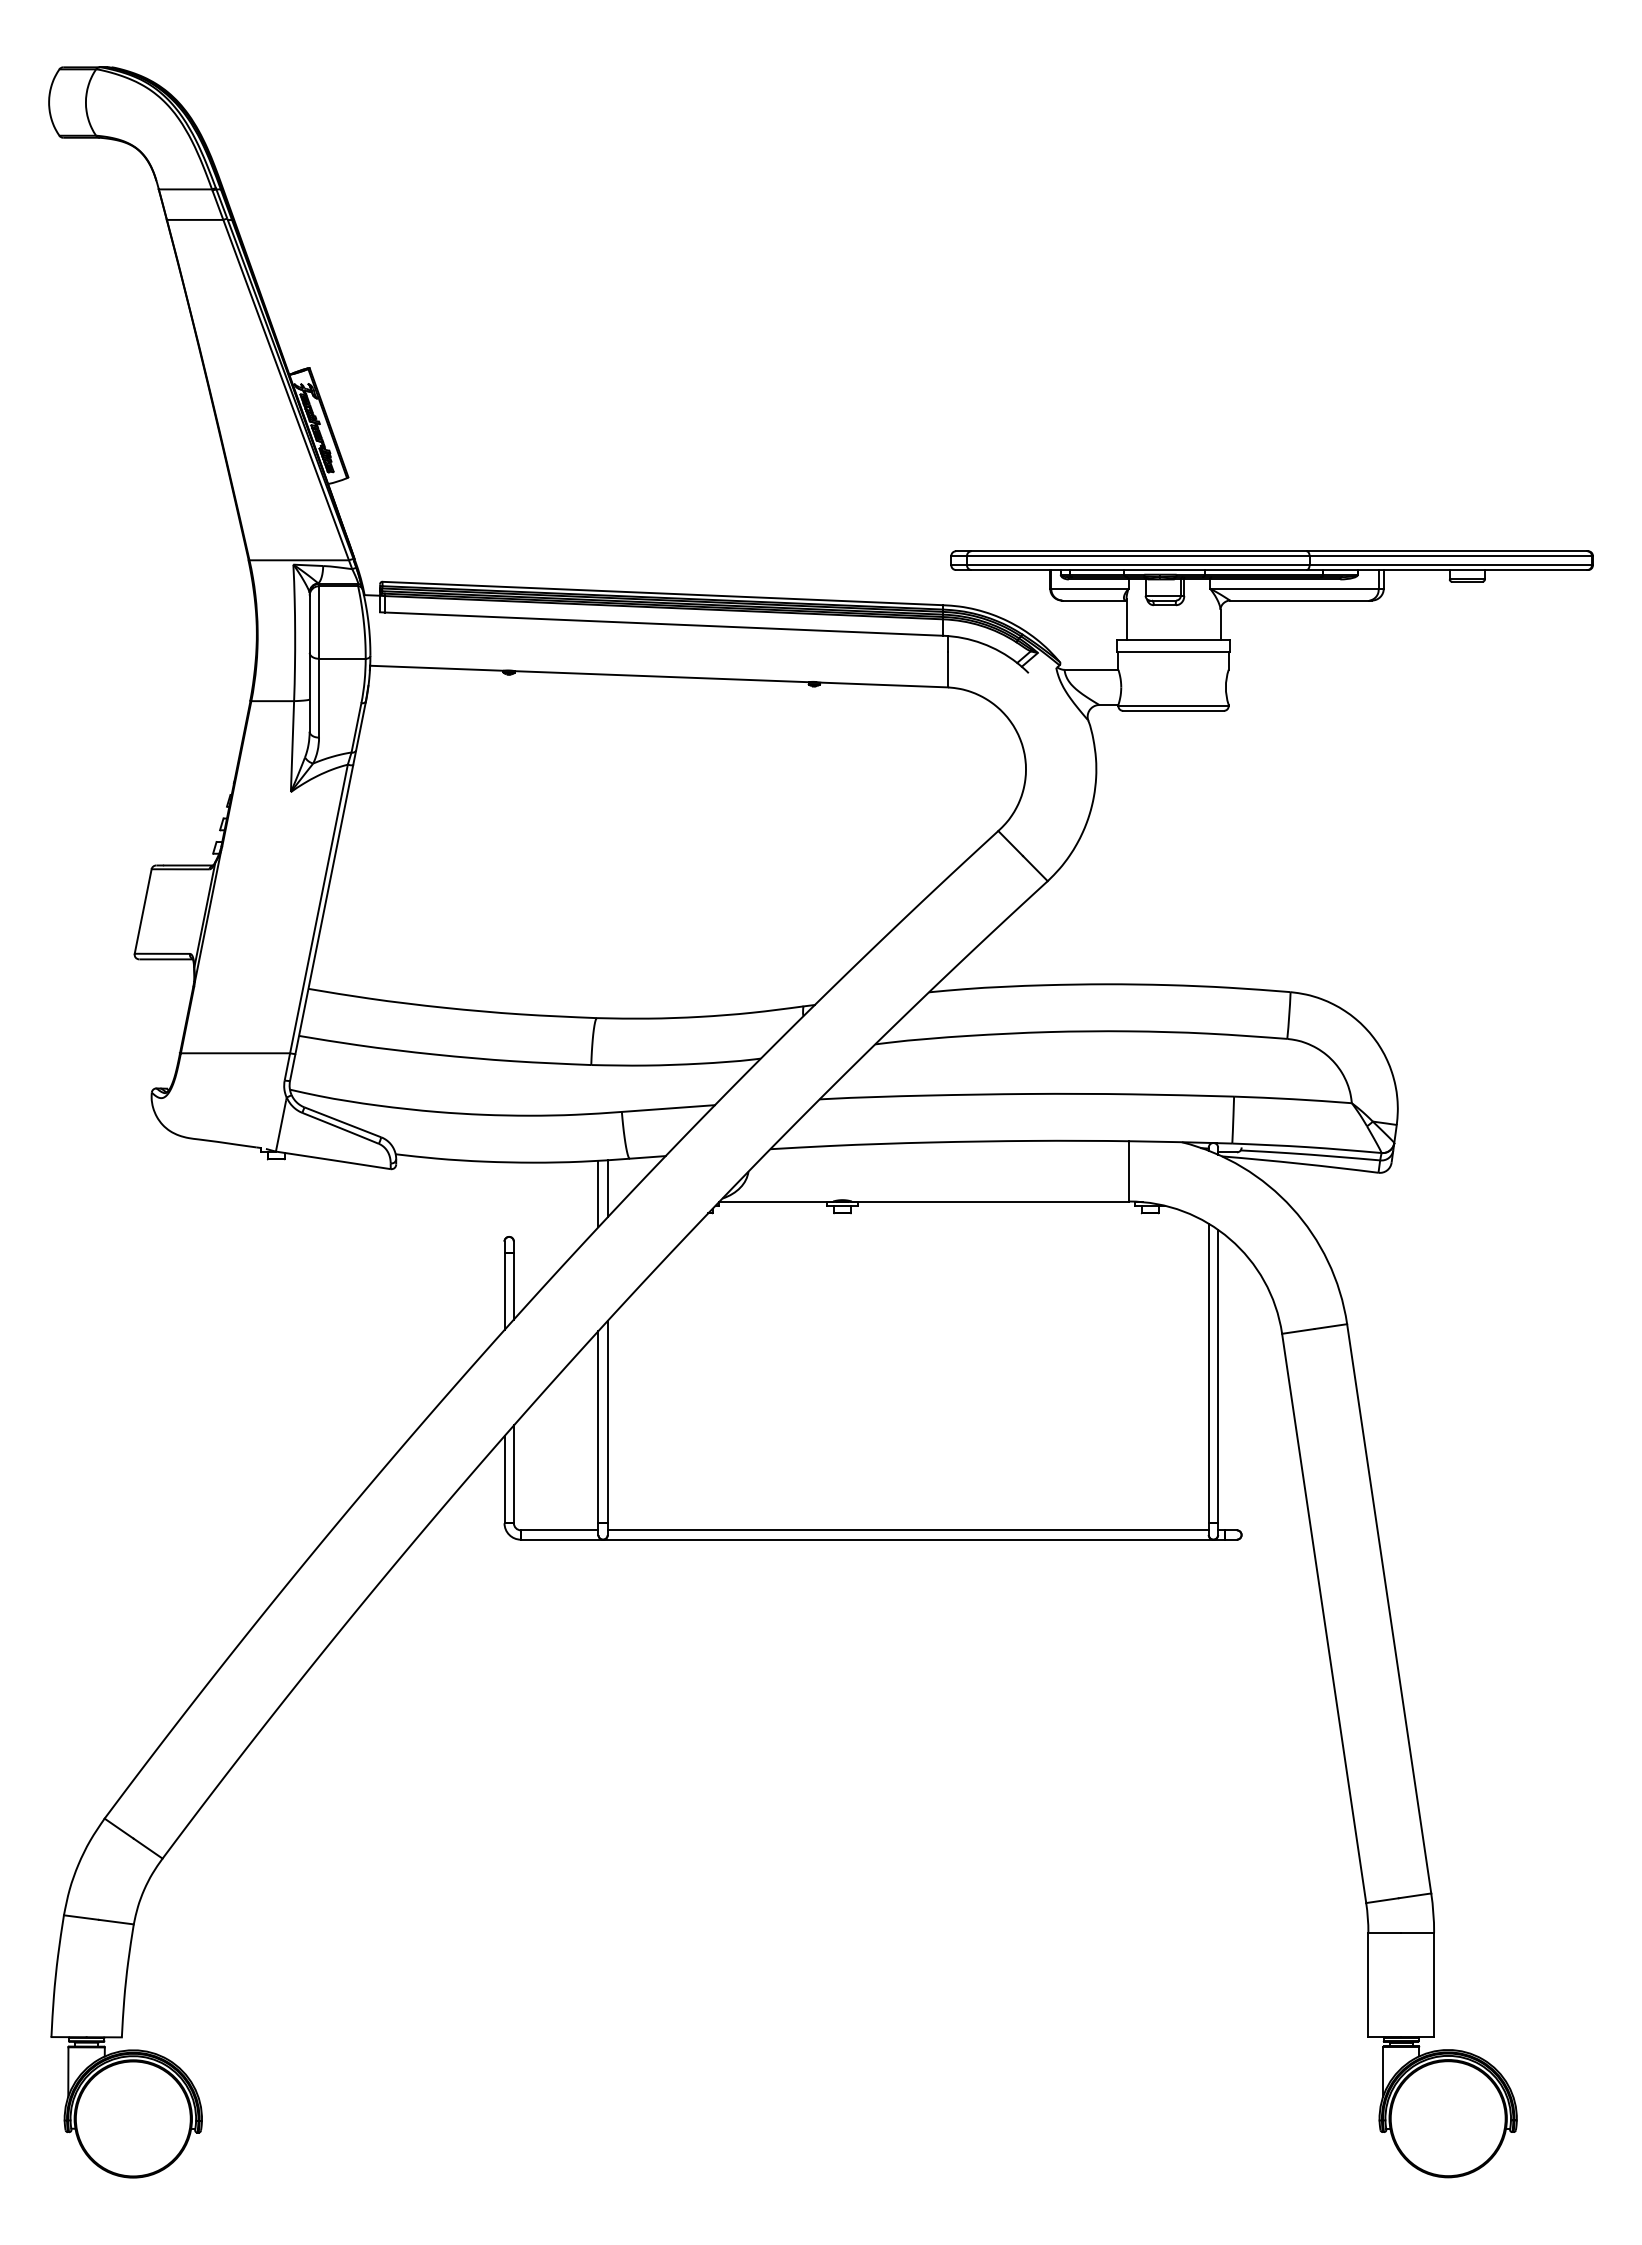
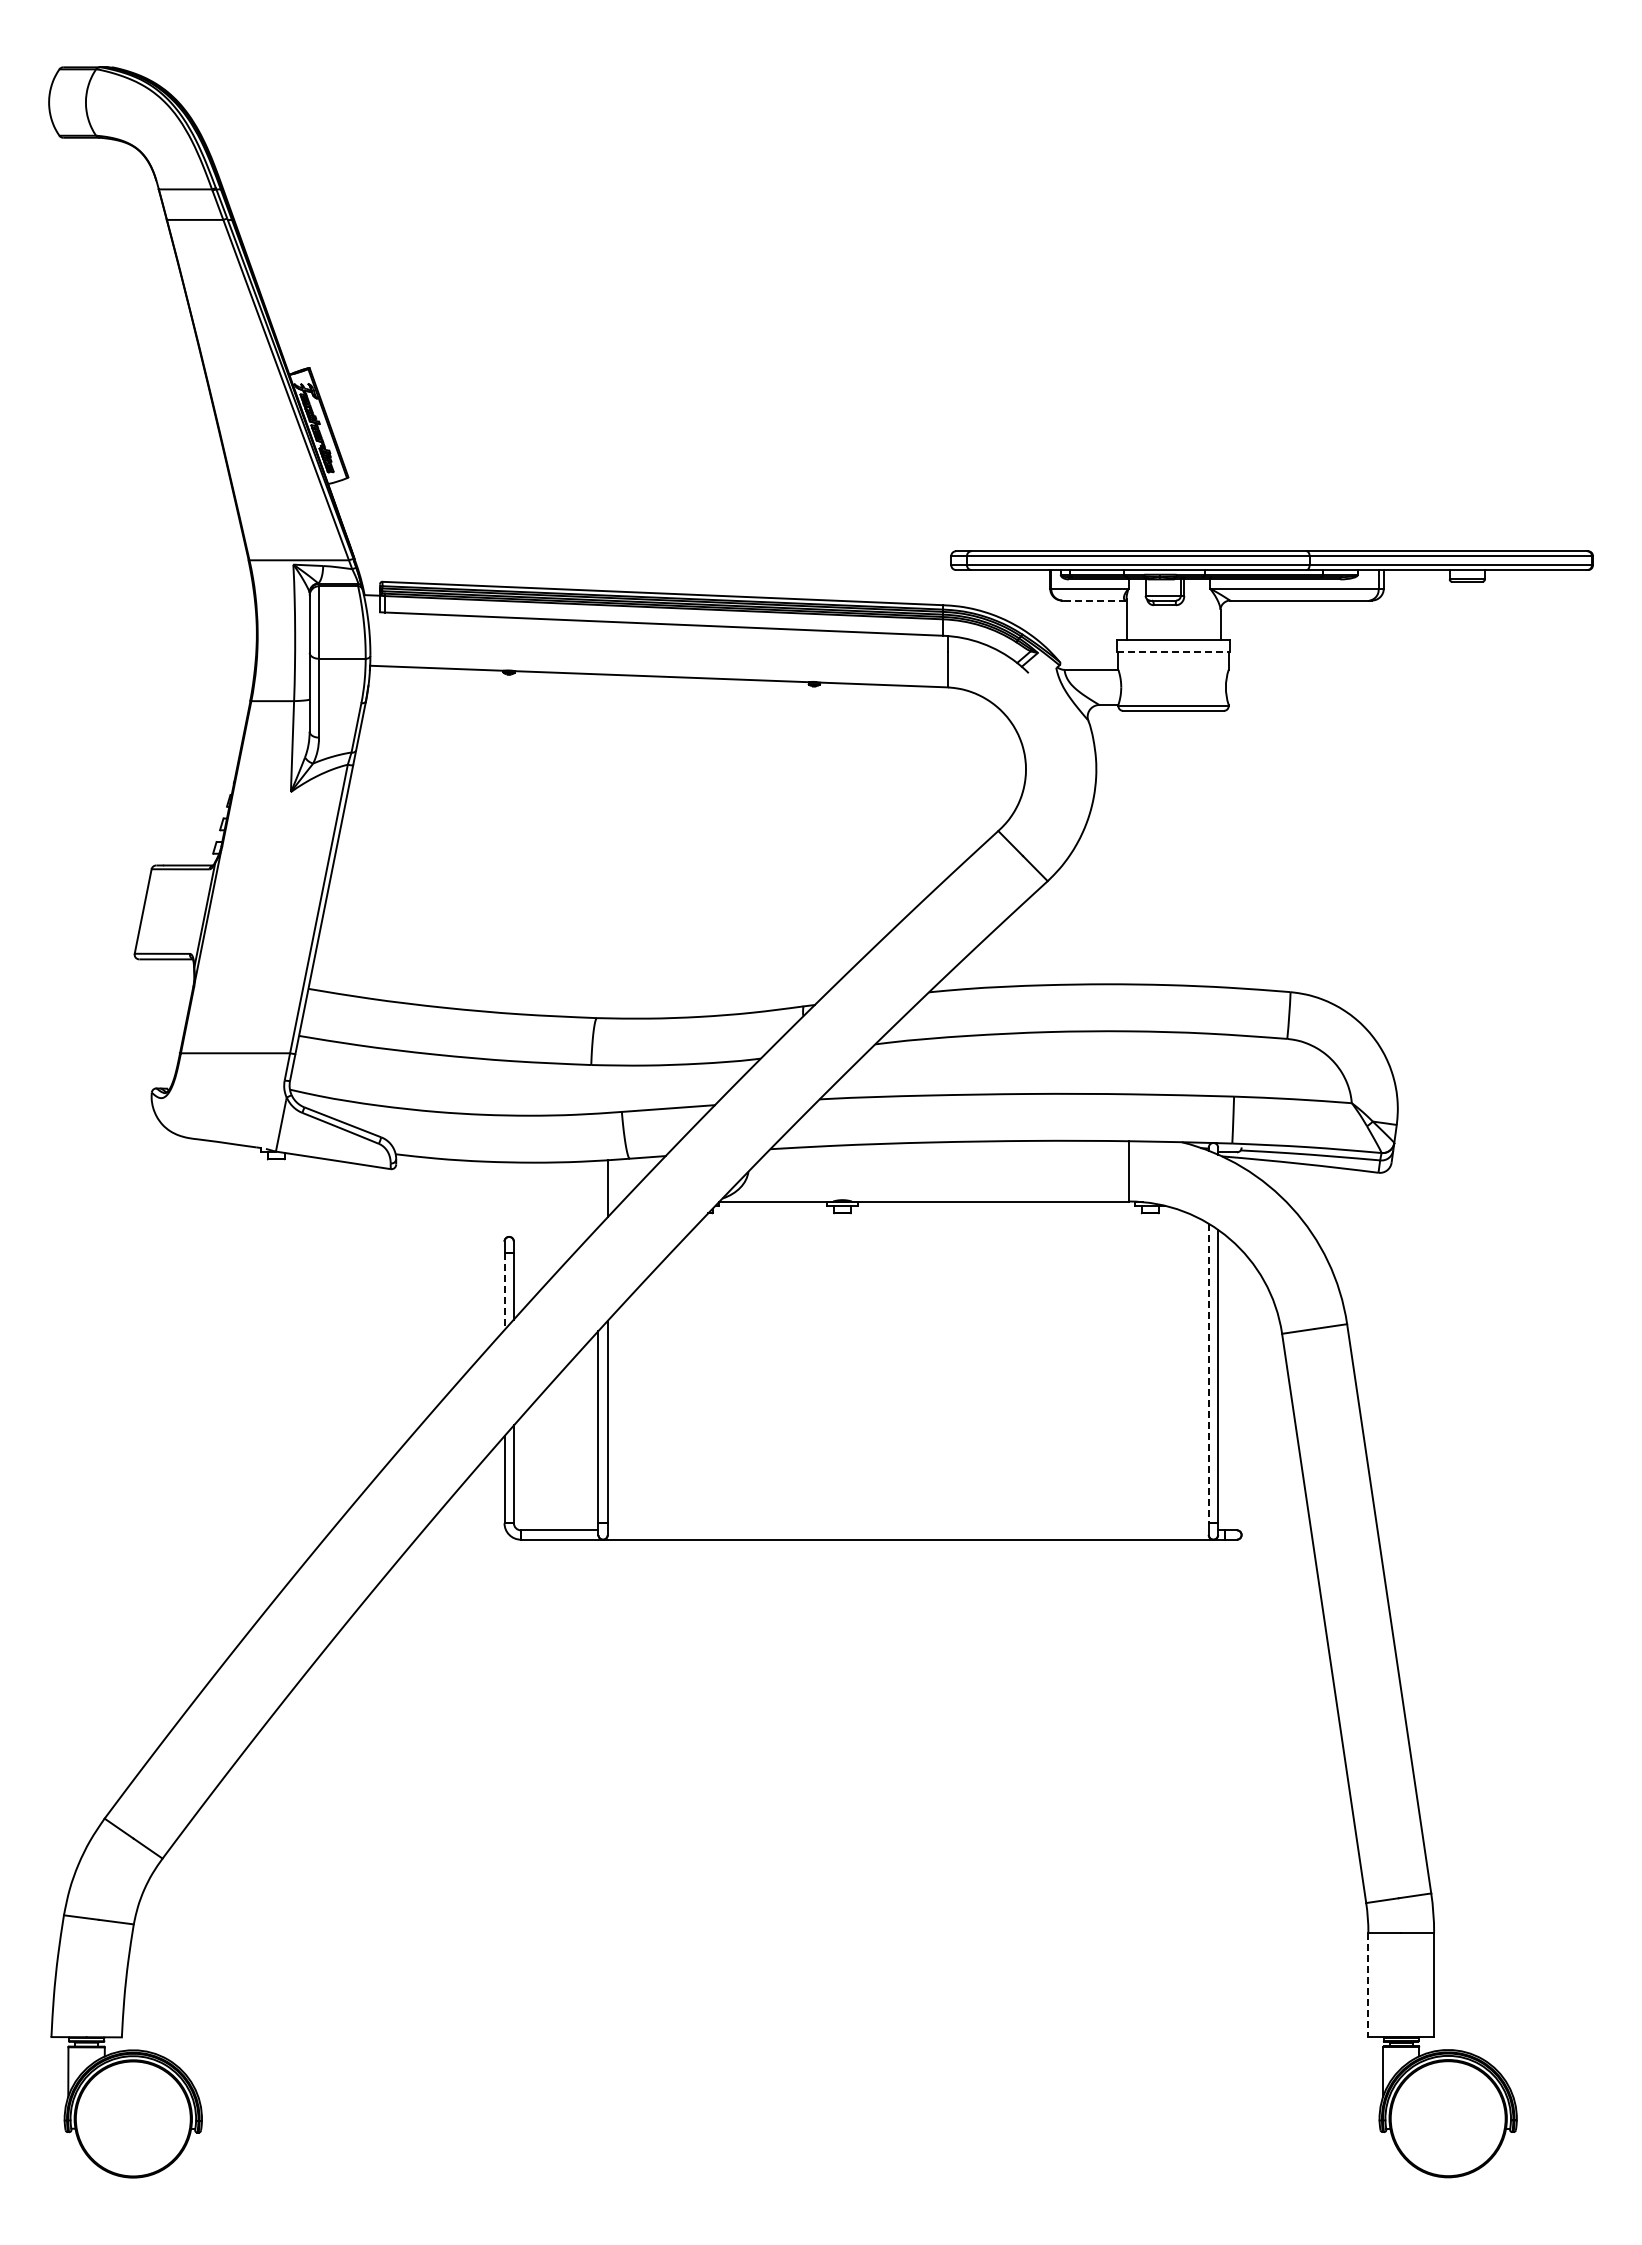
line at (1094, 600): solid -> dashed
line at (1174, 652): solid -> dashed
line at (598, 1193): present -> none
line at (504, 1292): solid -> dashed
line at (1208, 1373): solid -> dashed
line at (907, 1530): present -> none
line at (1368, 1985): solid -> dashed
